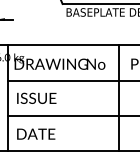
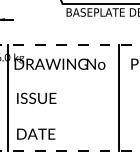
line at (70, 45): solid -> dashed
line at (72, 80): present -> none
line at (72, 116): present -> none
line at (70, 150): solid -> dashed
